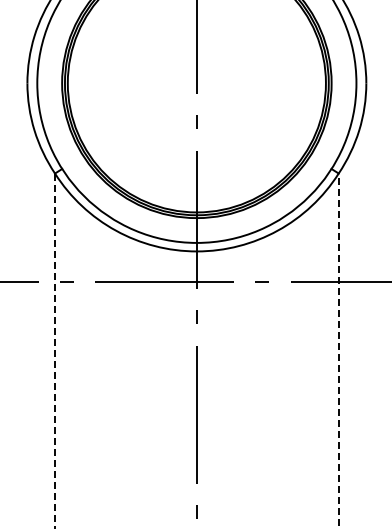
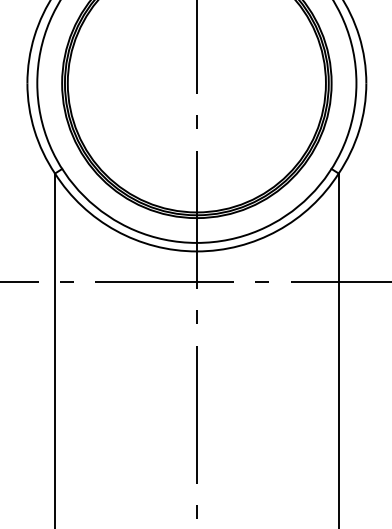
line at (338, 350): dashed -> solid
line at (55, 351): dashed -> solid
